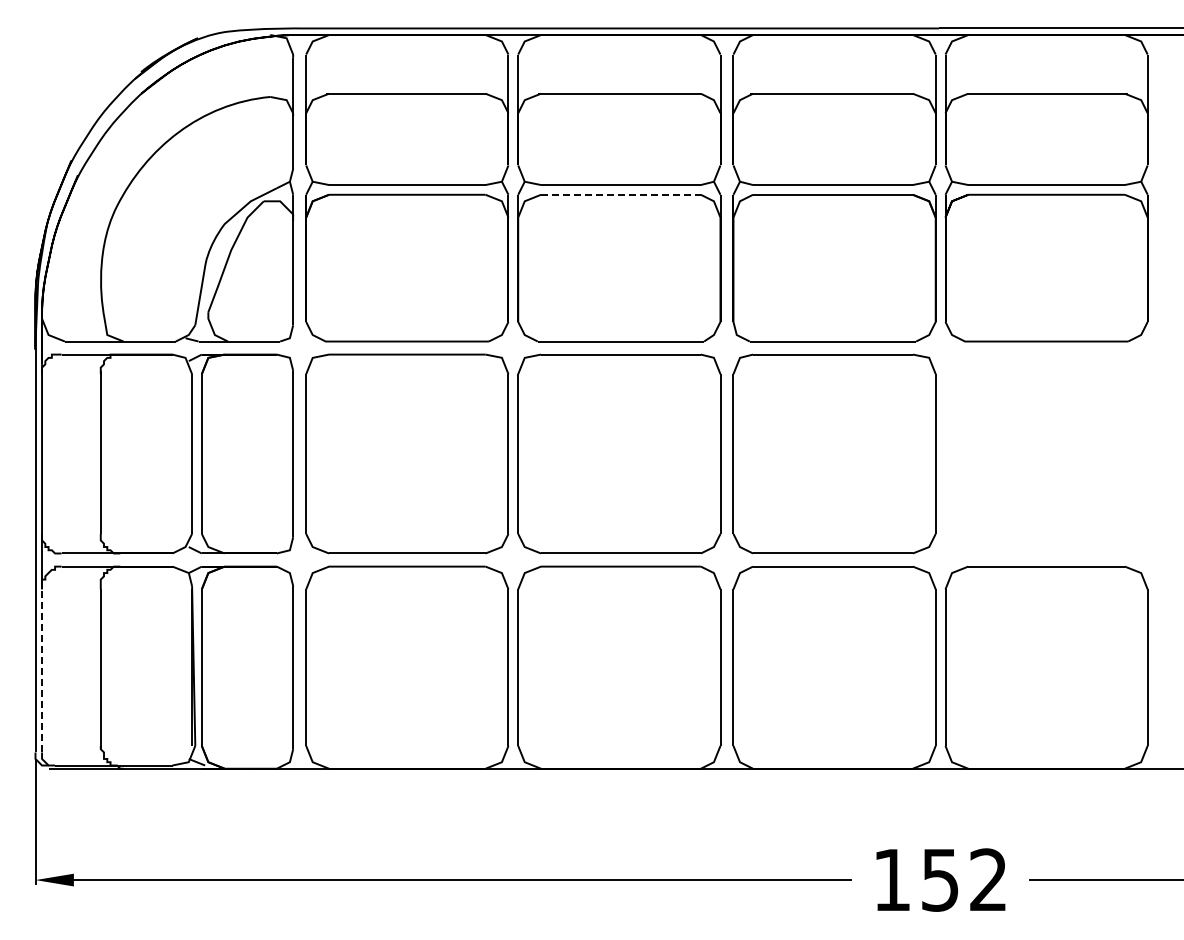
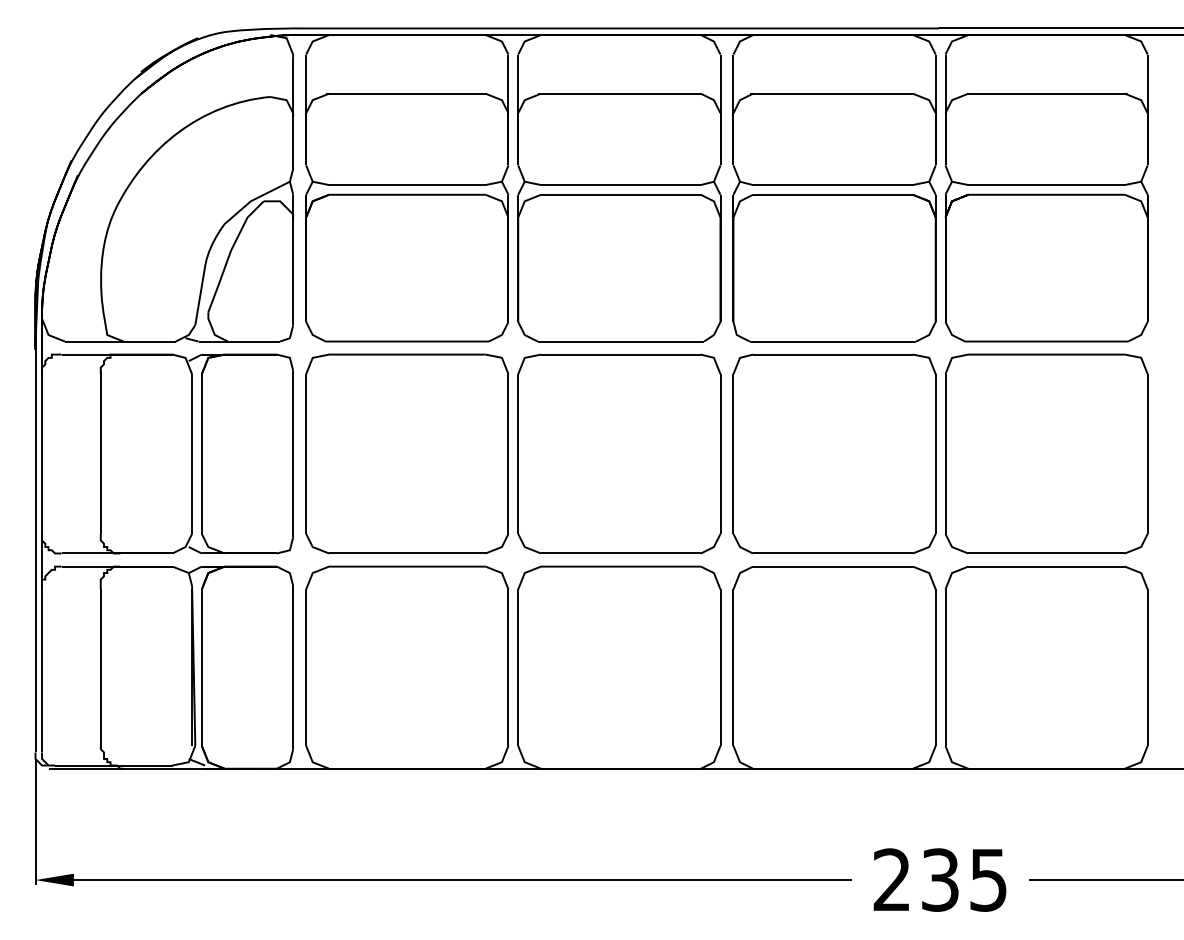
line at (620, 194): dashed -> solid
part at (1046, 453): none -> present
line at (42, 670): dashed -> solid
text at (939, 879): 152 -> 235
